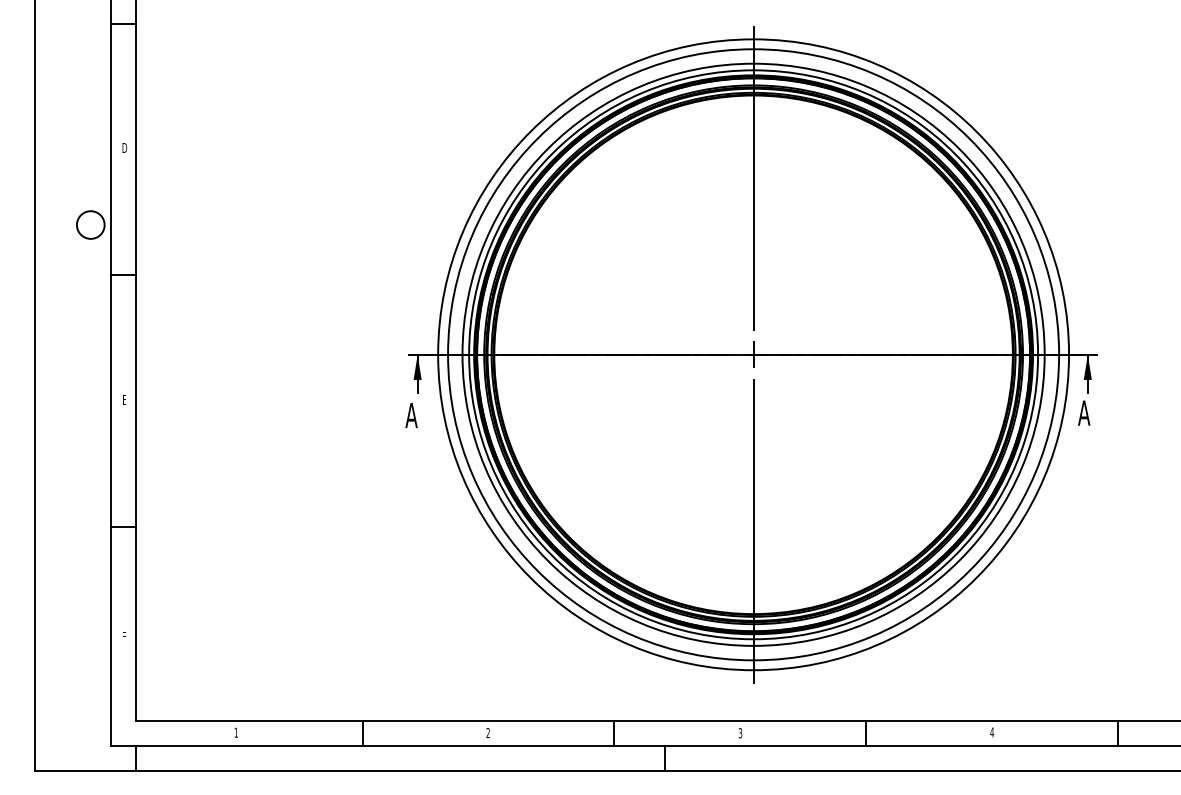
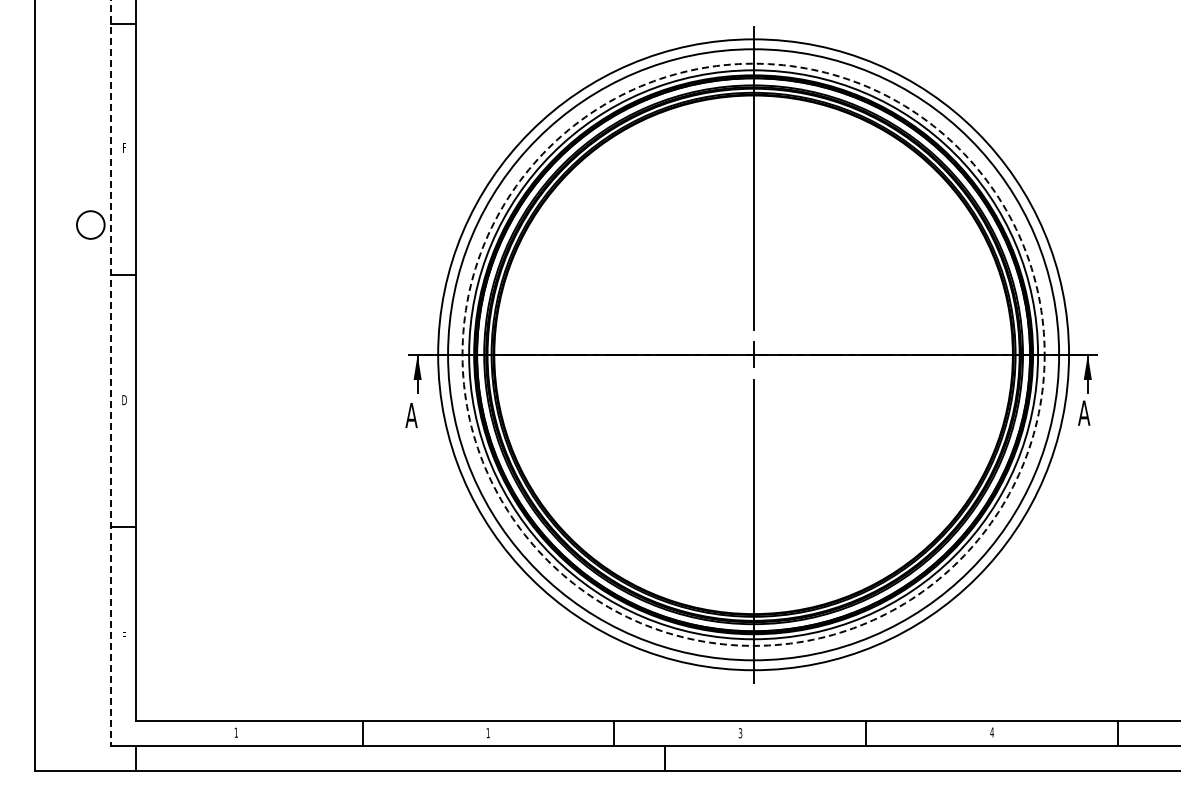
text at (124, 147): D -> F
circle at (753, 354): solid -> dashed
line at (110, 373): solid -> dashed
text at (124, 400): E -> D
text at (487, 732): 2 -> 1
